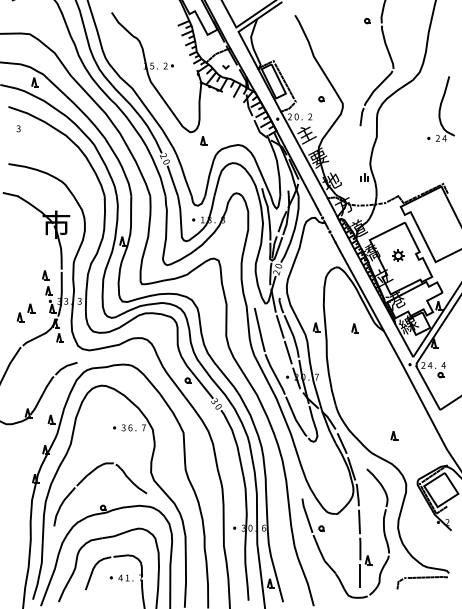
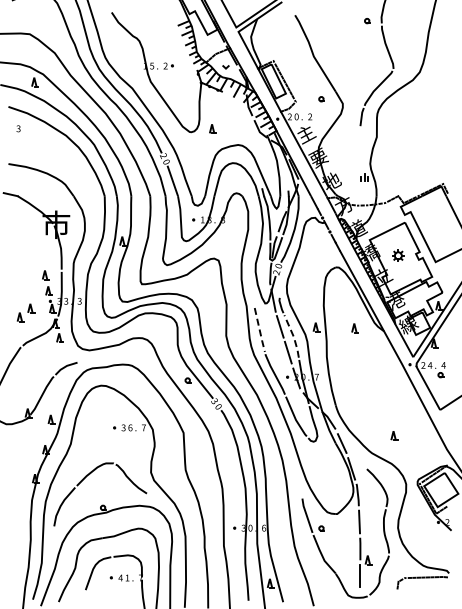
part at (440, 108): present -> none
part at (203, 140) position: (203, 140) -> (212, 128)
line at (259, 331): solid -> dashed
line at (293, 337): solid -> dashed
